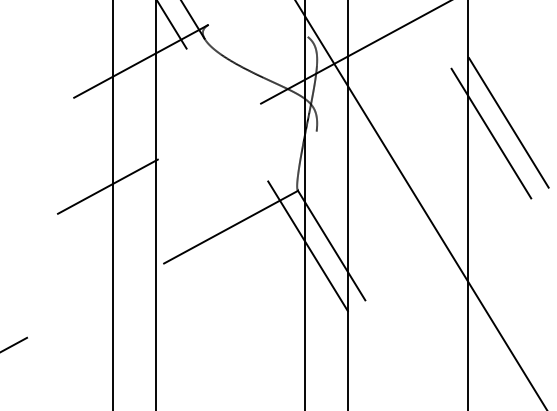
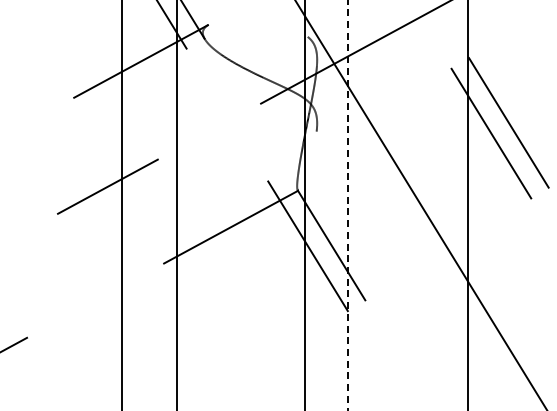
line at (112, 204) position: (112, 204) -> (121, 204)
line at (155, 204) position: (155, 204) -> (176, 204)
line at (348, 206): solid -> dashed
